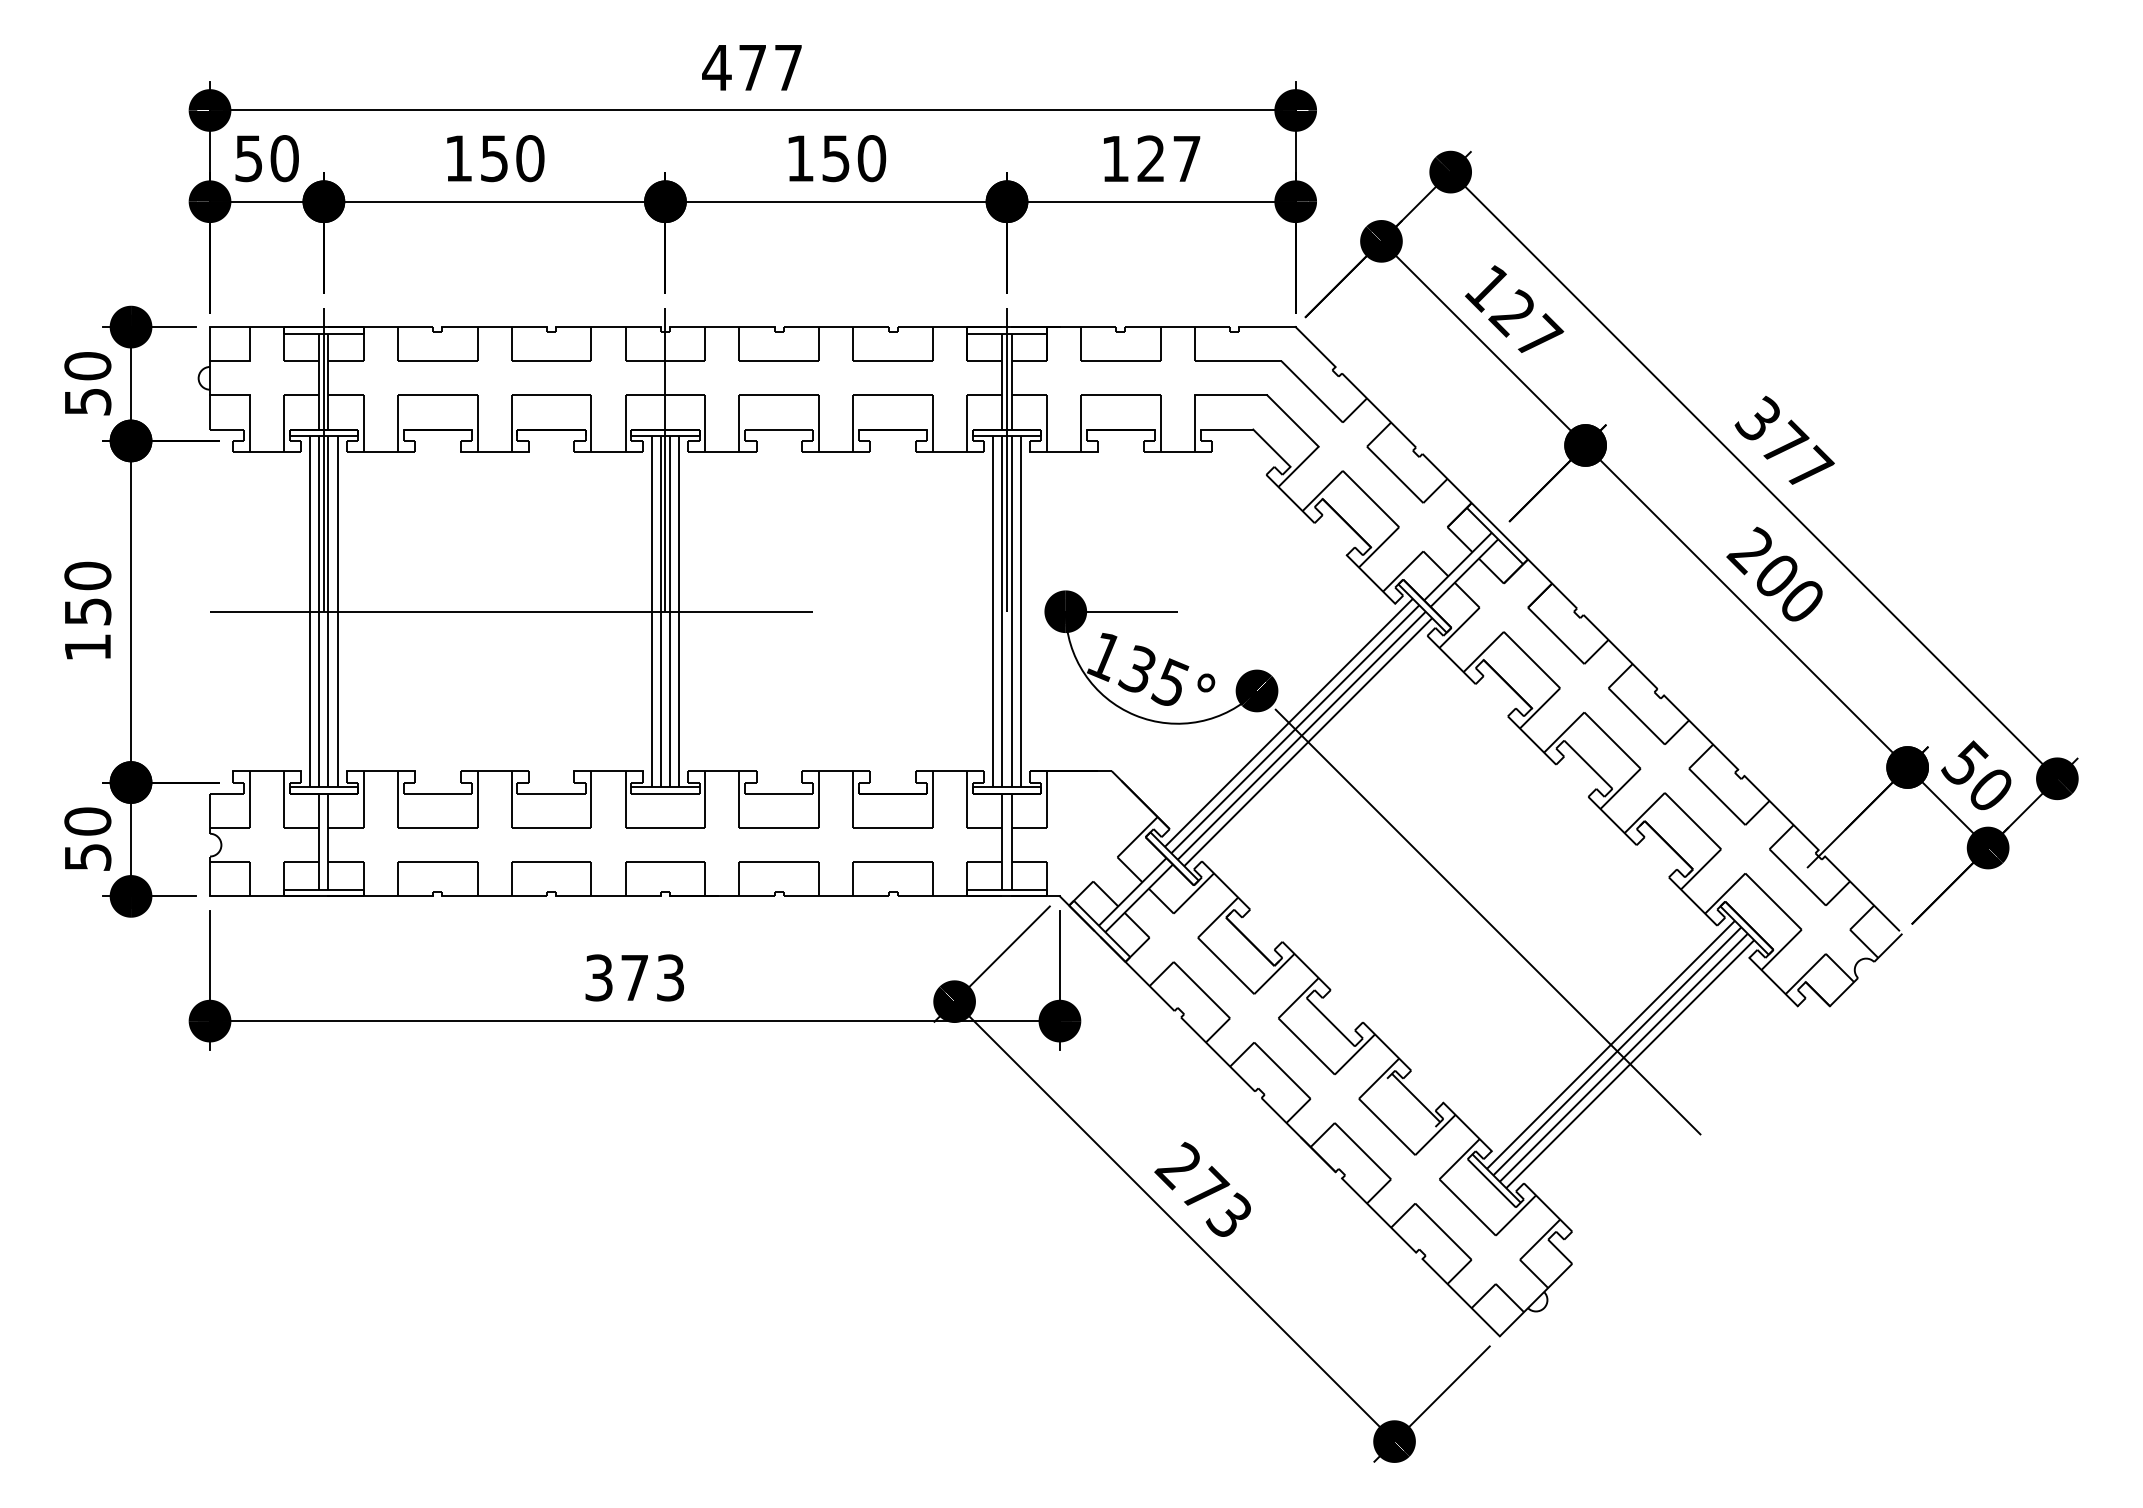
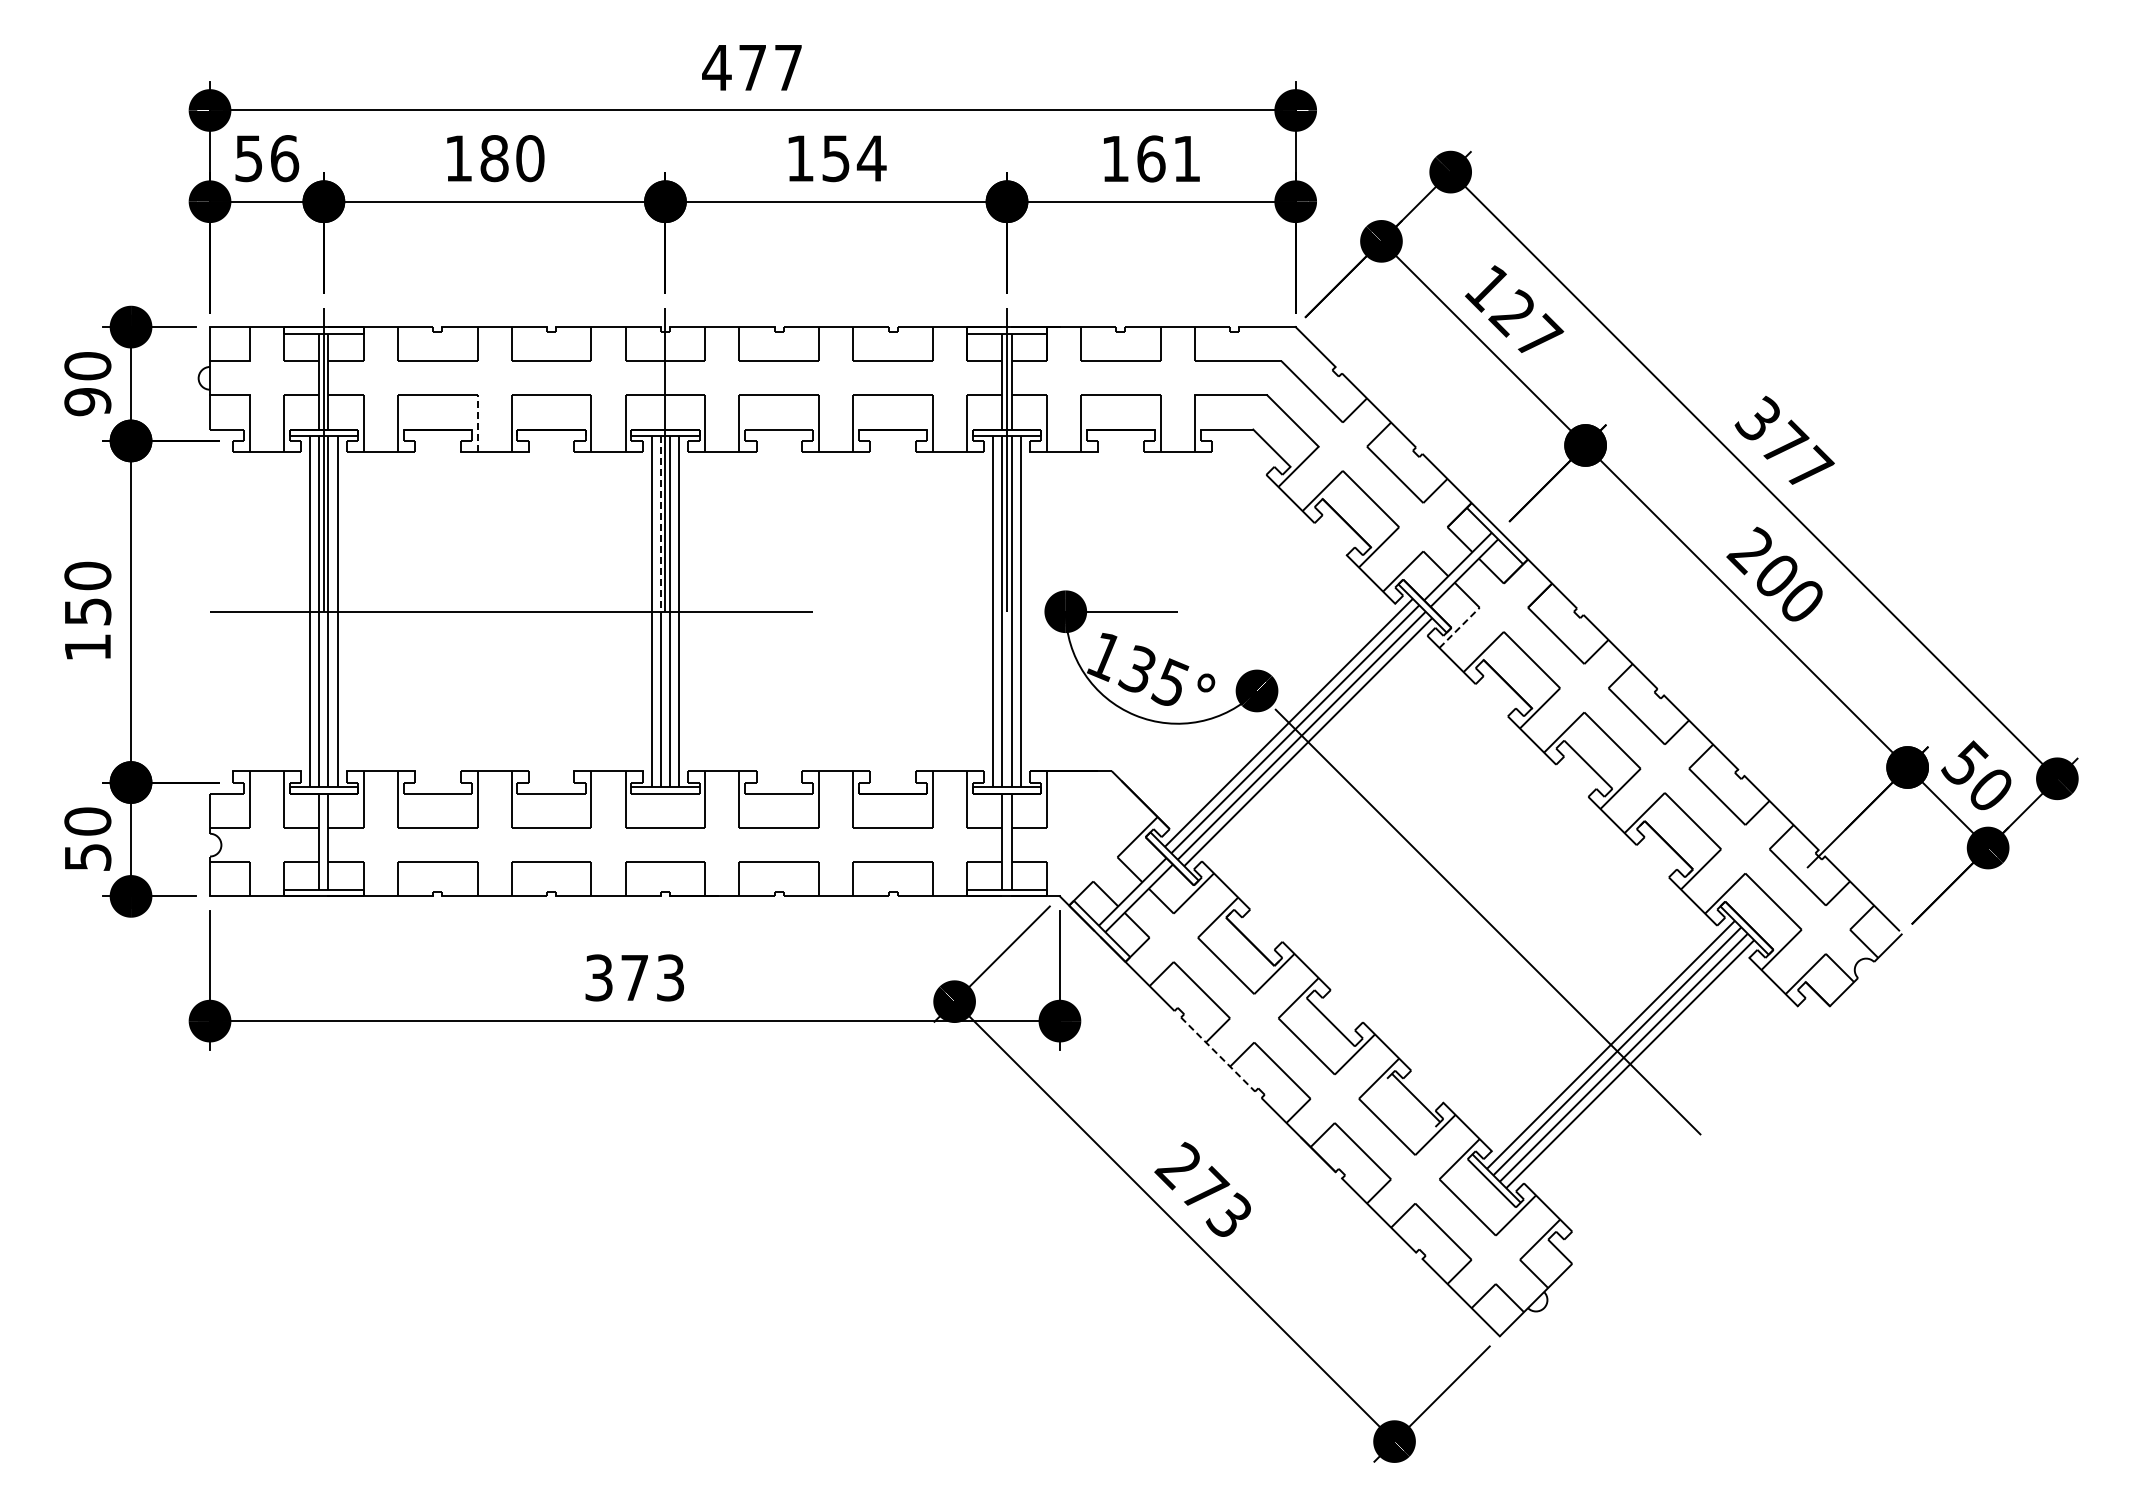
text at (284, 158): 50 -> 56
text at (494, 158): 150 -> 180
text at (871, 158): 150 -> 154
text at (1168, 158): 127 -> 161
text at (87, 402): 50 -> 90
line at (477, 423): solid -> dashed
line at (660, 524): solid -> dashed
line at (1459, 627): solid -> dashed
line at (1218, 1054): solid -> dashed
